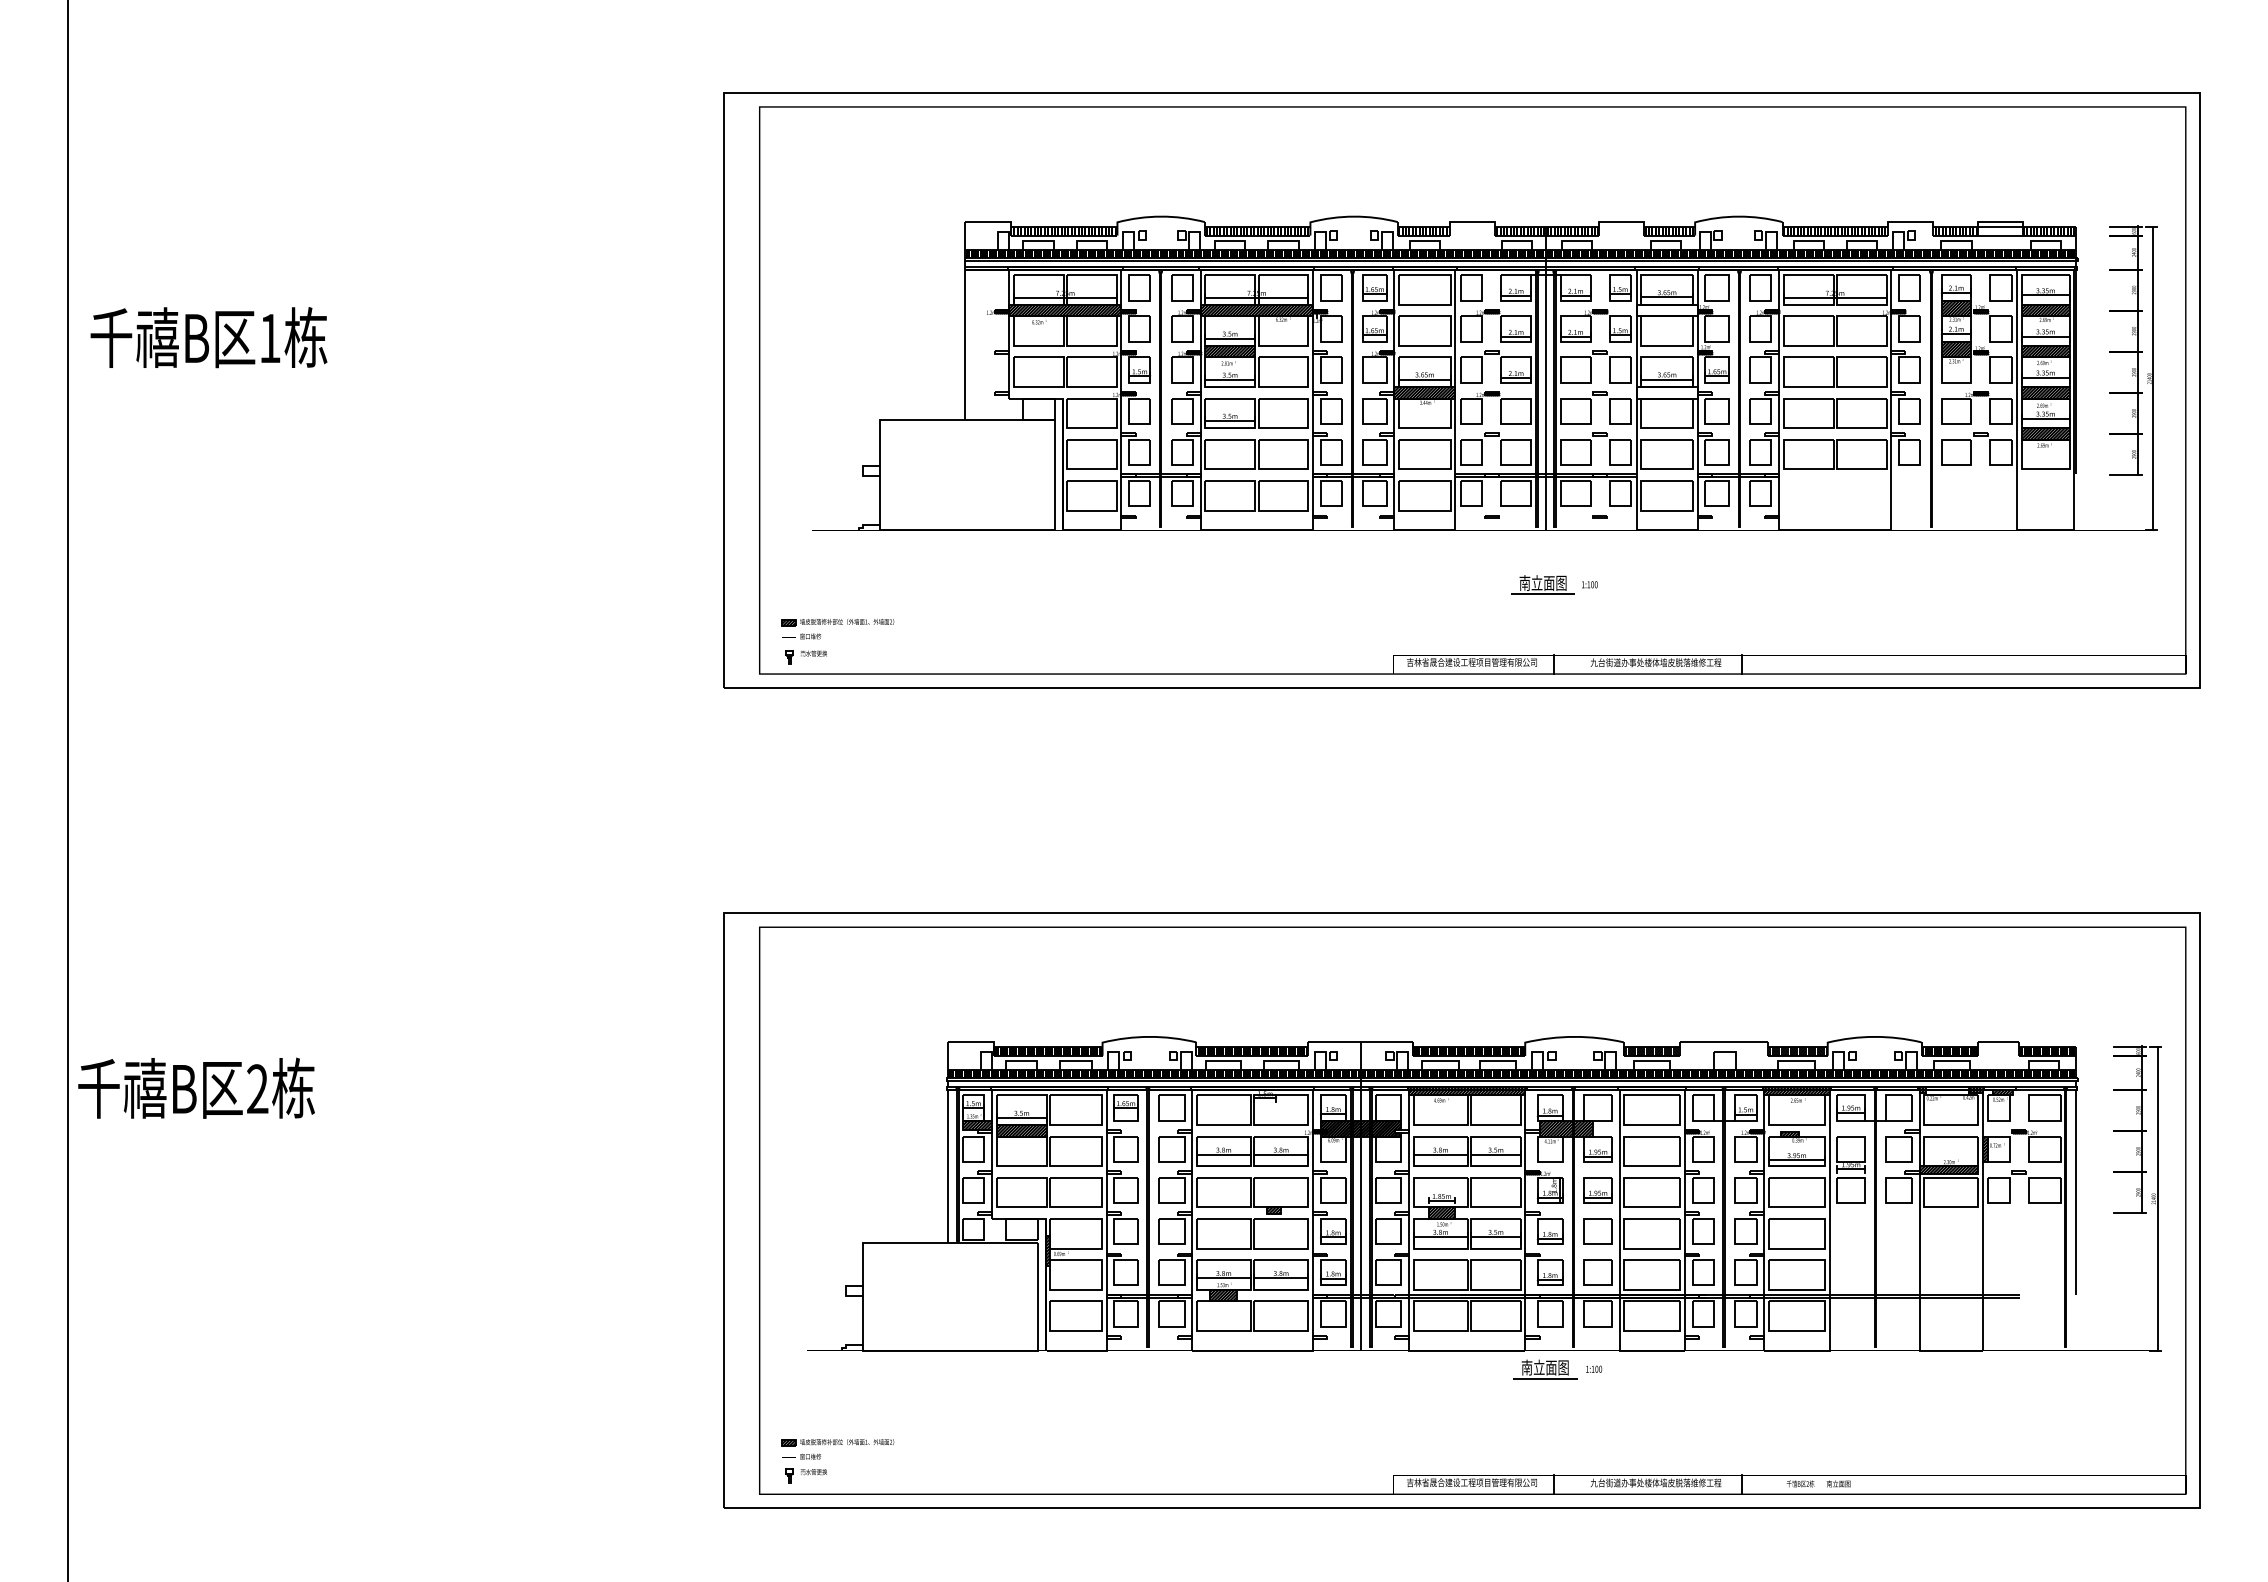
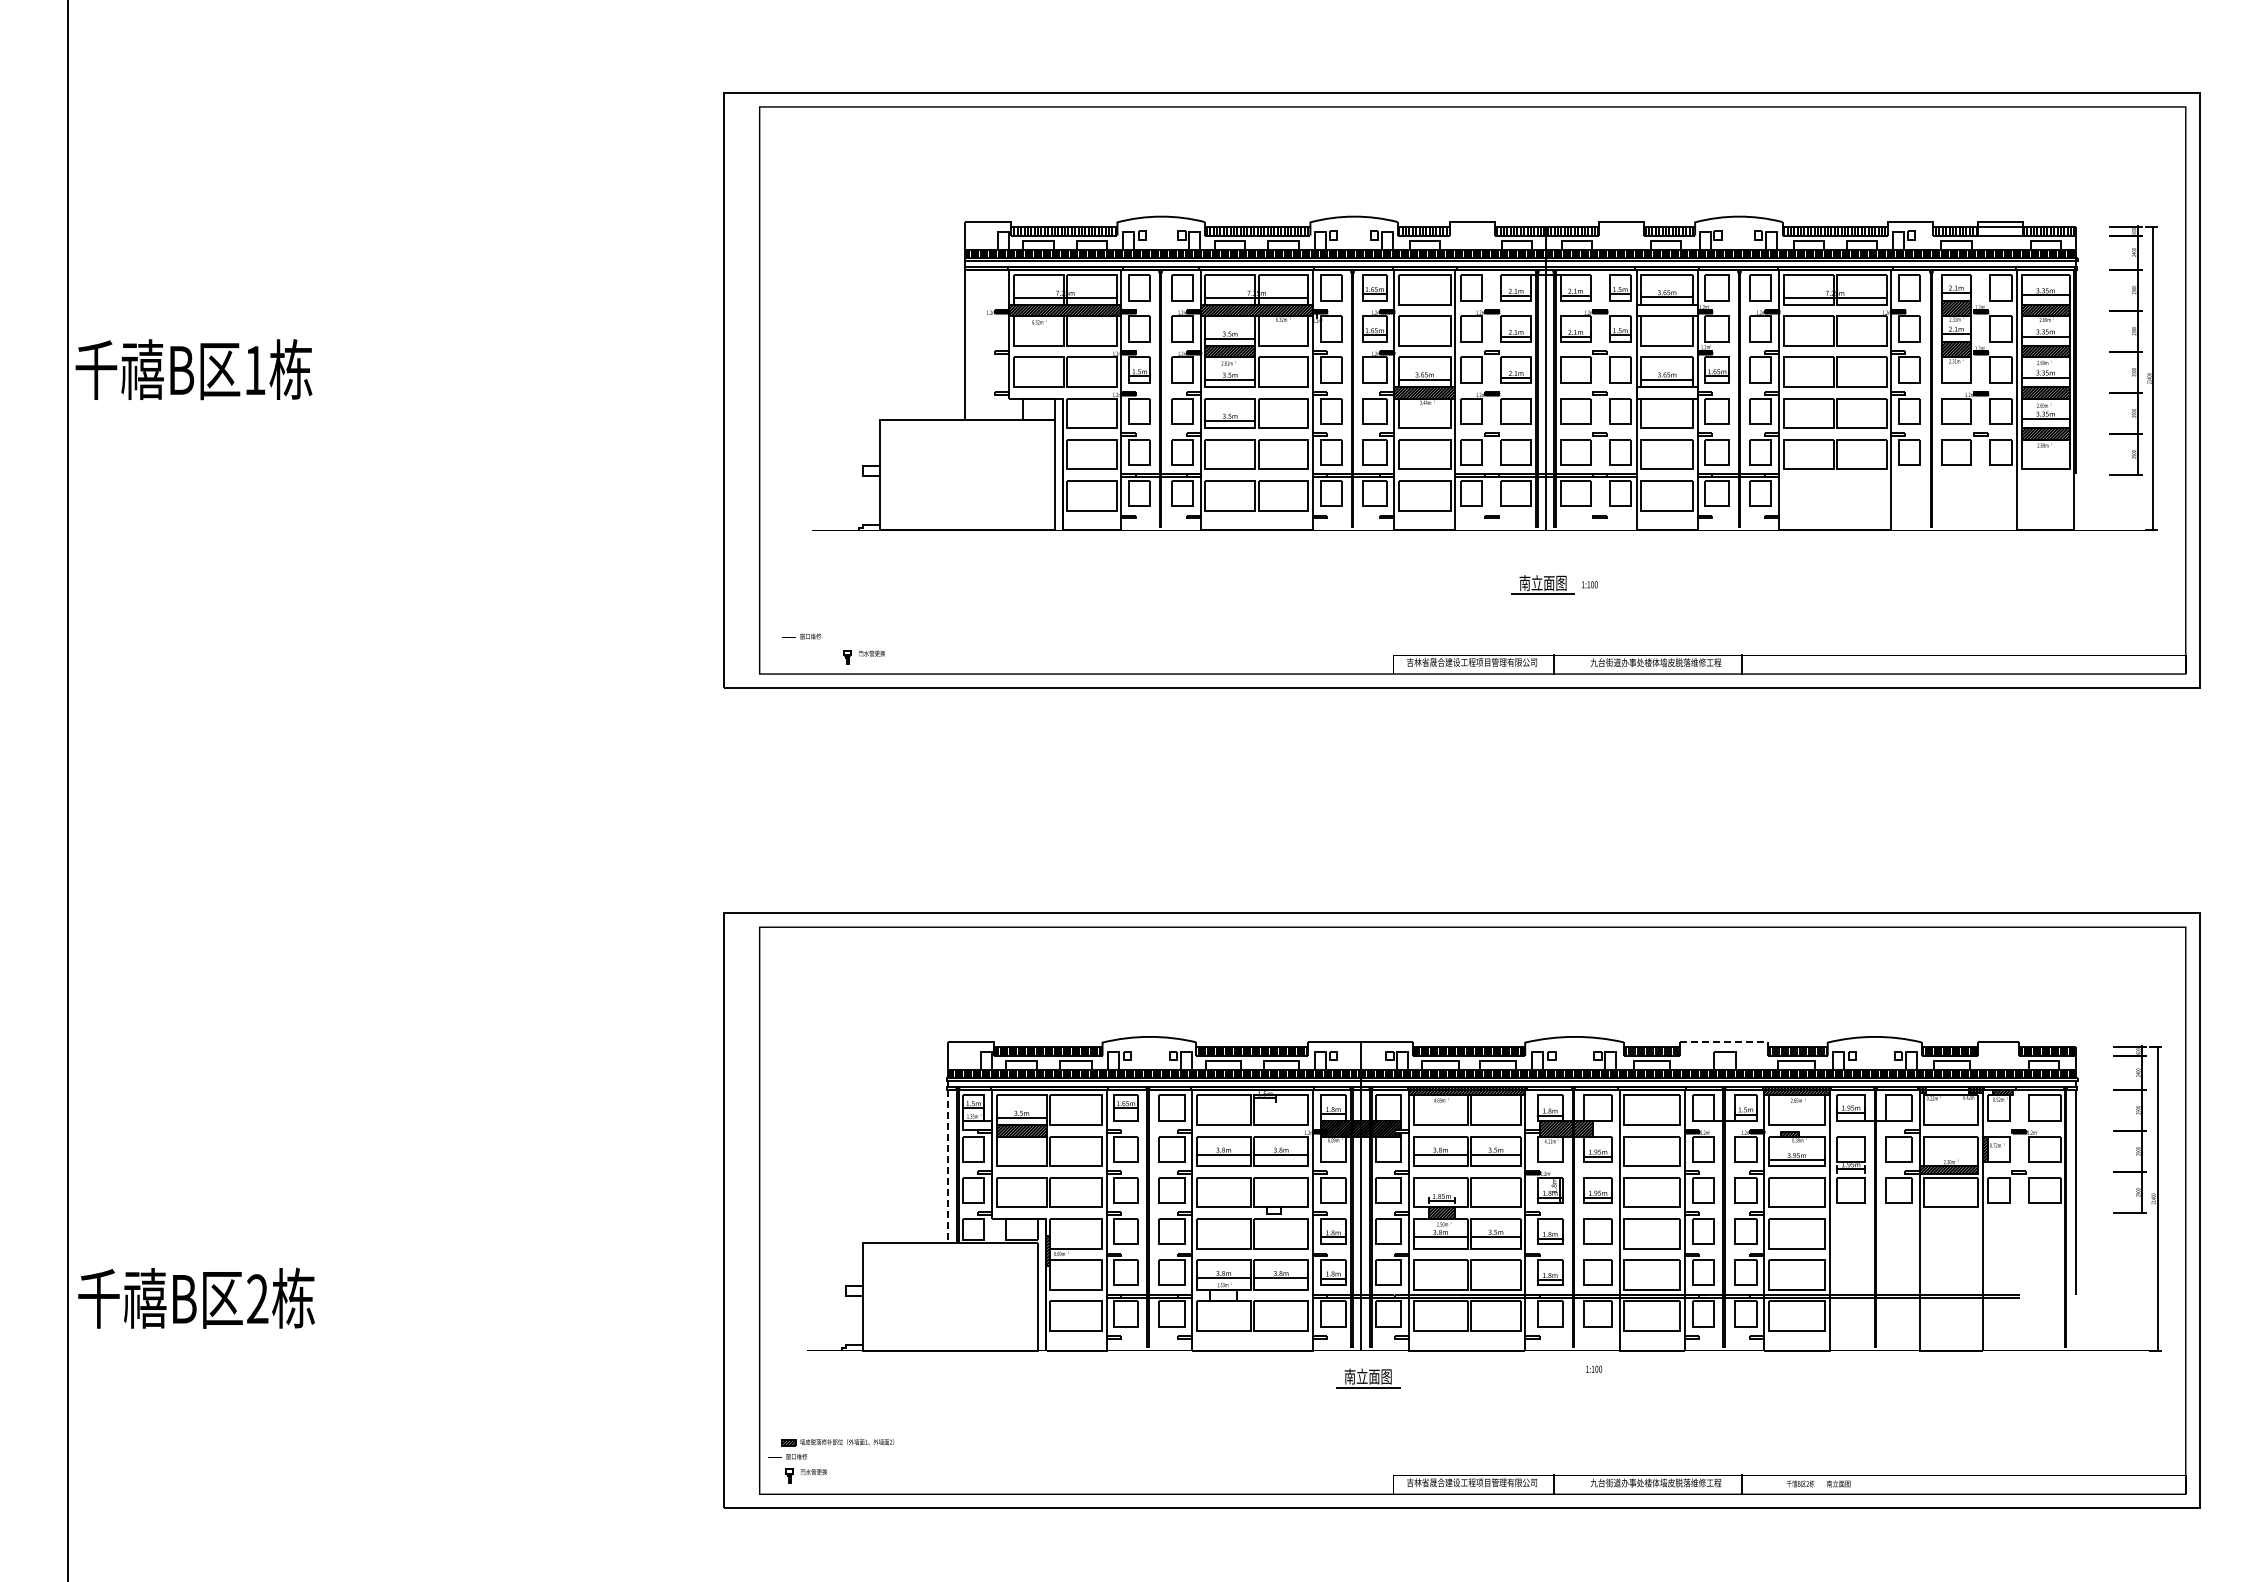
text at (208, 337) position: (208, 337) -> (193, 369)
part at (837, 622): present -> none
part at (805, 657) position: (805, 657) -> (863, 657)
line at (1724, 1042): solid -> dashed
text at (196, 1087) position: (196, 1087) -> (196, 1297)
hatch at (977, 1125): present -> none
line at (948, 1167): solid -> dashed
hatch at (1273, 1210): present -> none
hatch at (1222, 1295): present -> none
part at (1545, 1369) position: (1545, 1369) -> (1368, 1378)
text at (801, 1456) position: (801, 1456) -> (787, 1456)
